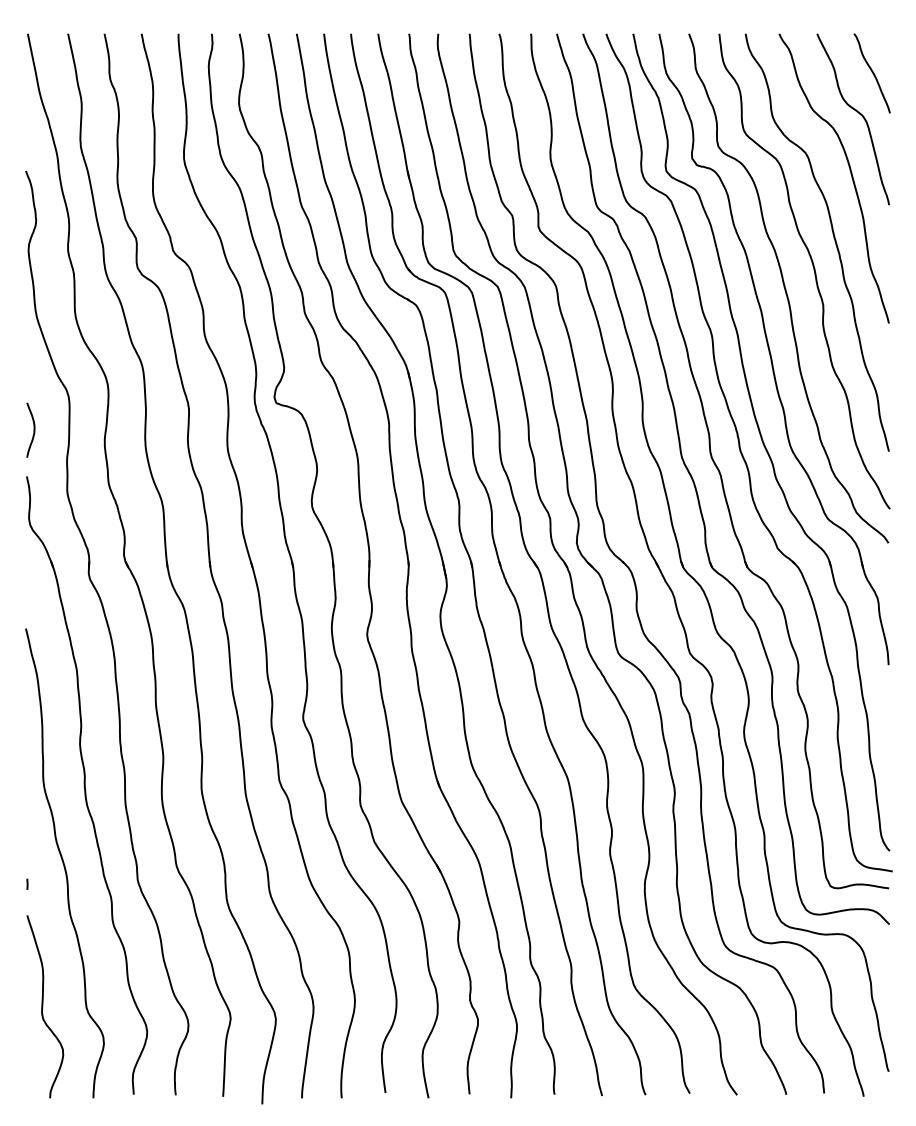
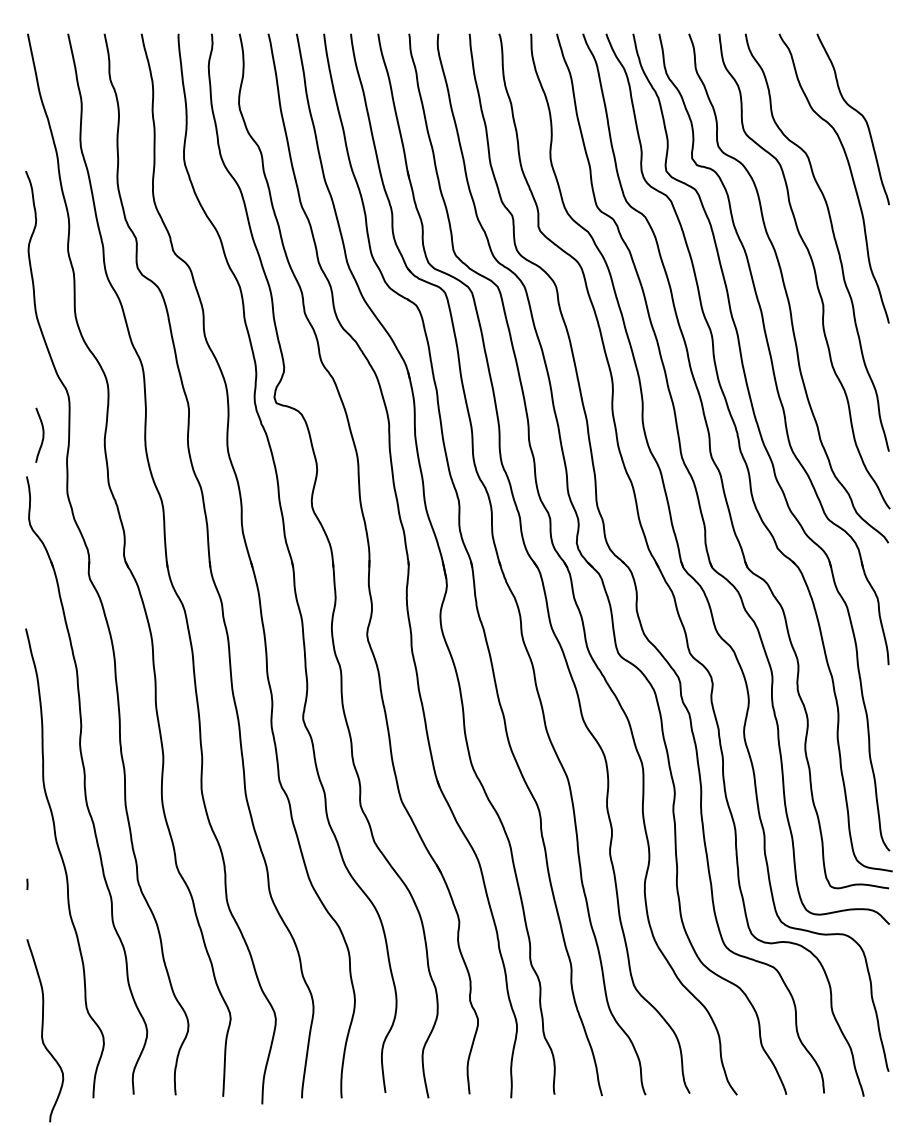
curve at (871, 72): present -> none
curve at (33, 429) position: (33, 429) -> (42, 434)
curve at (43, 1006) position: (43, 1006) -> (43, 1030)
